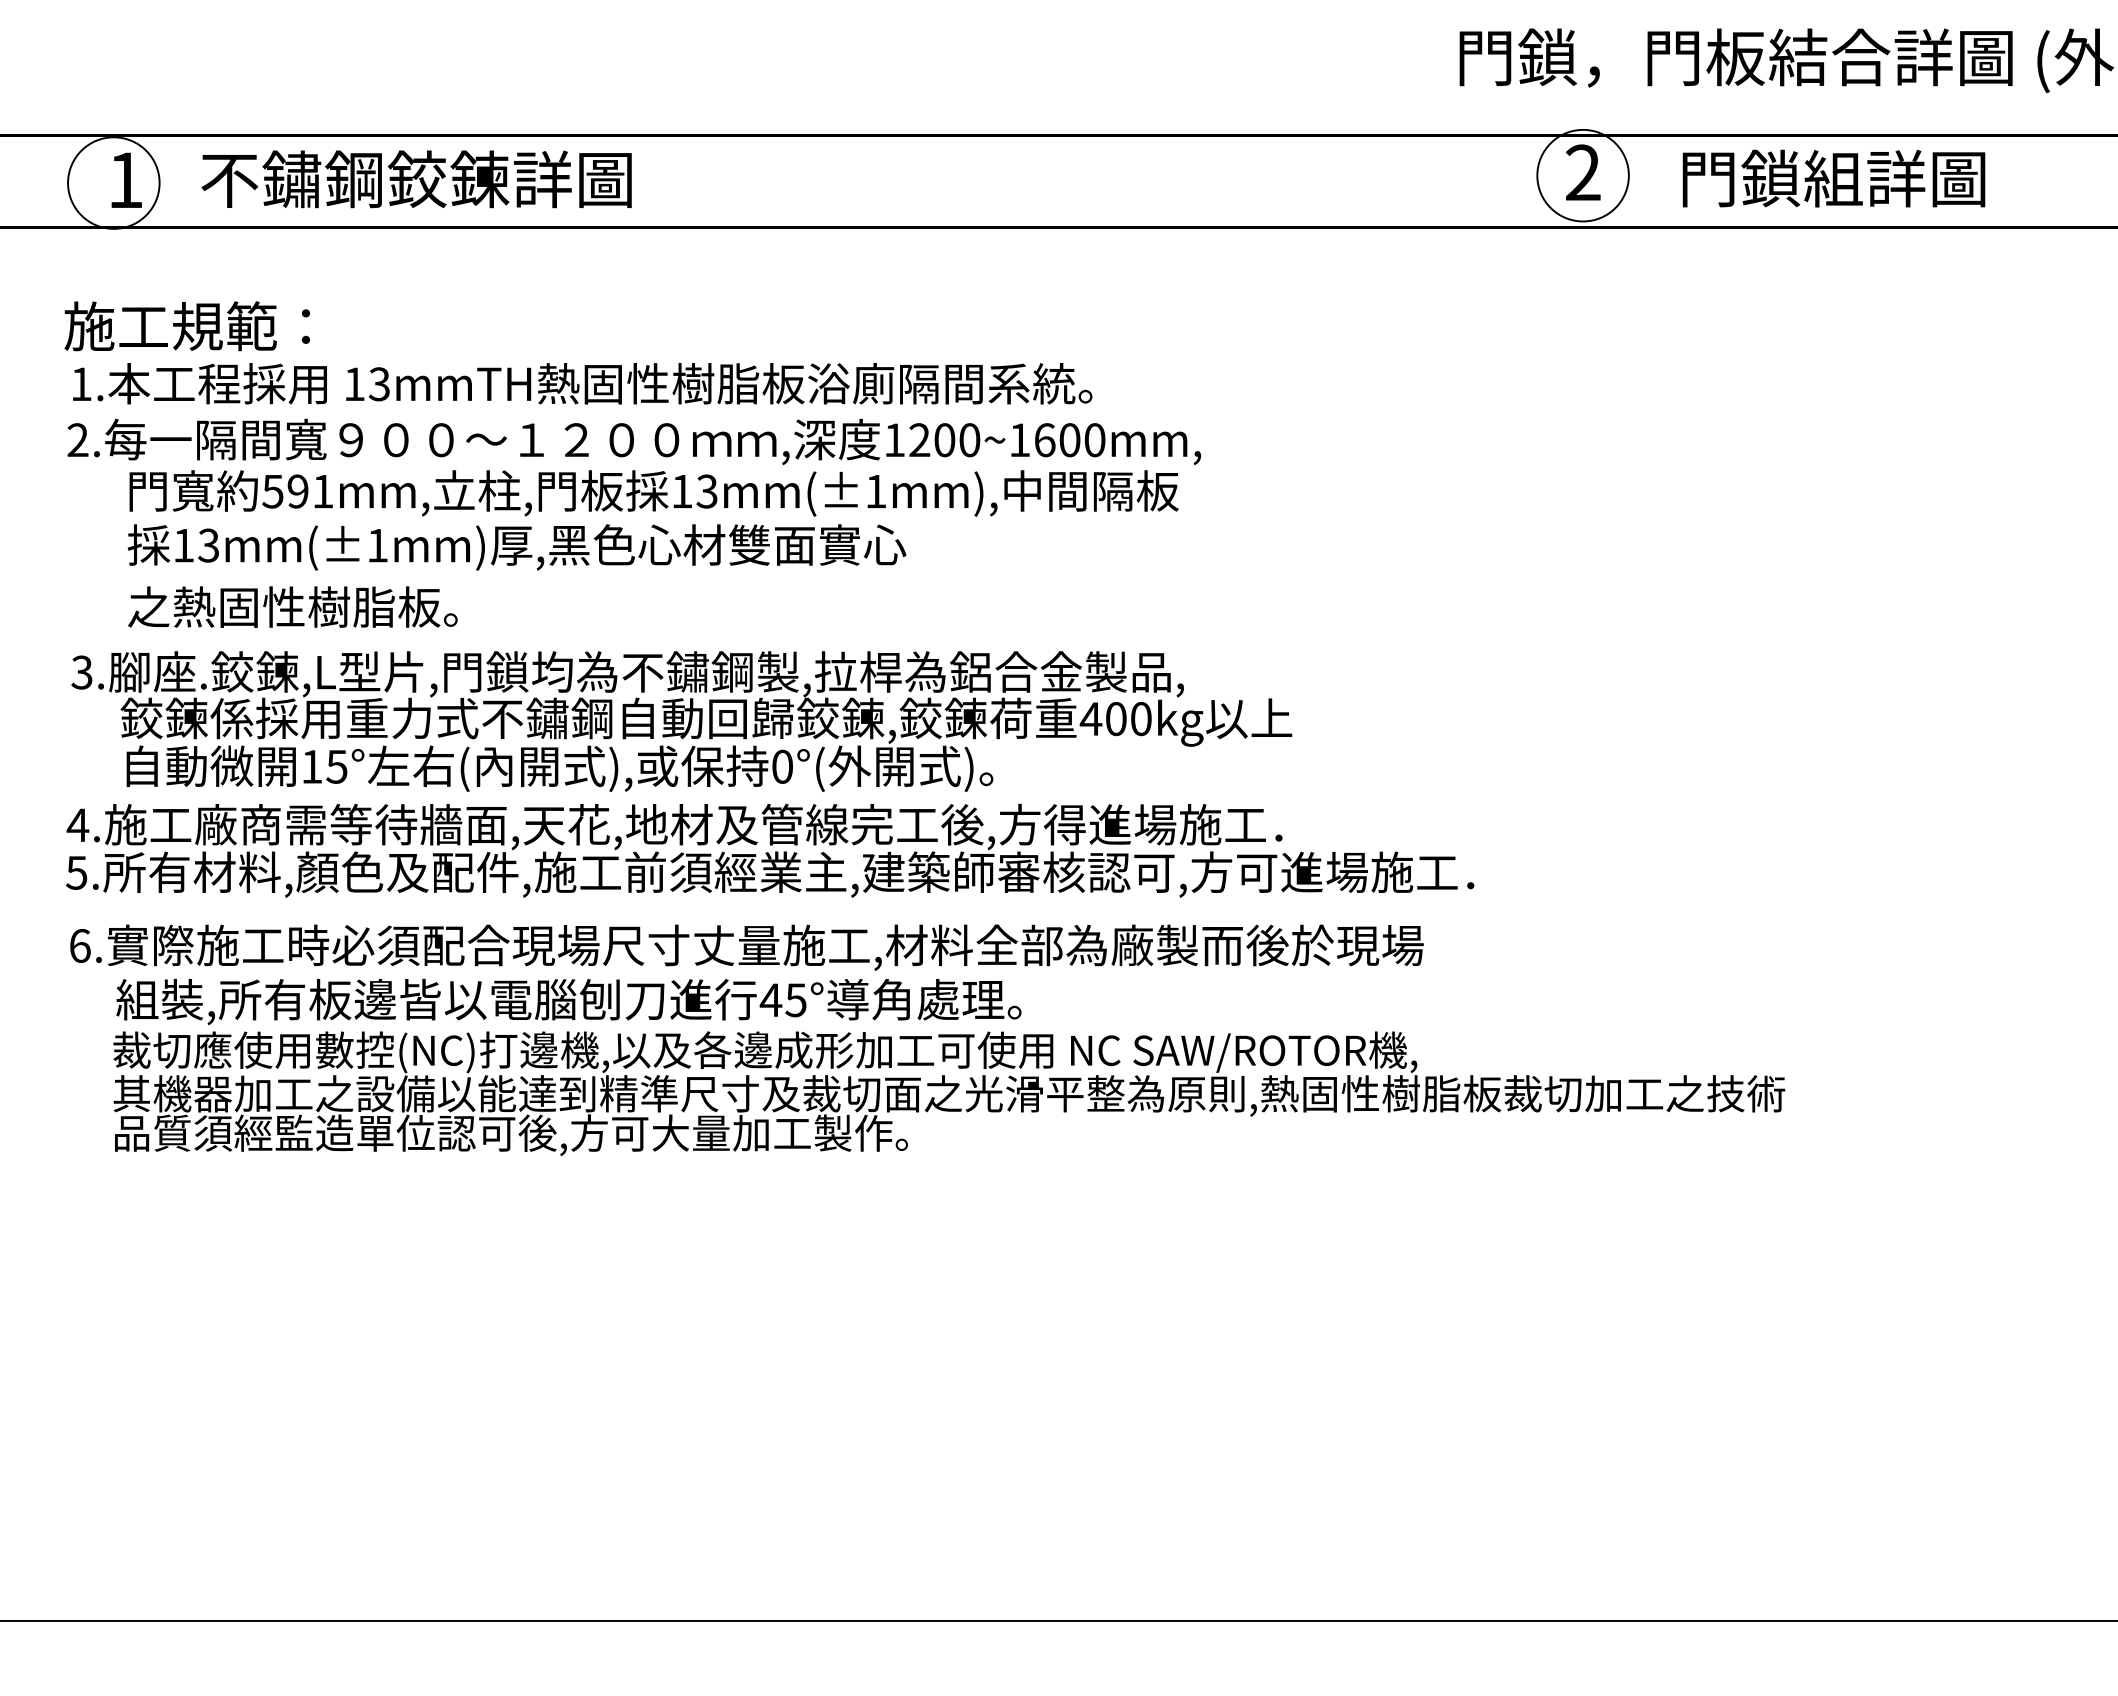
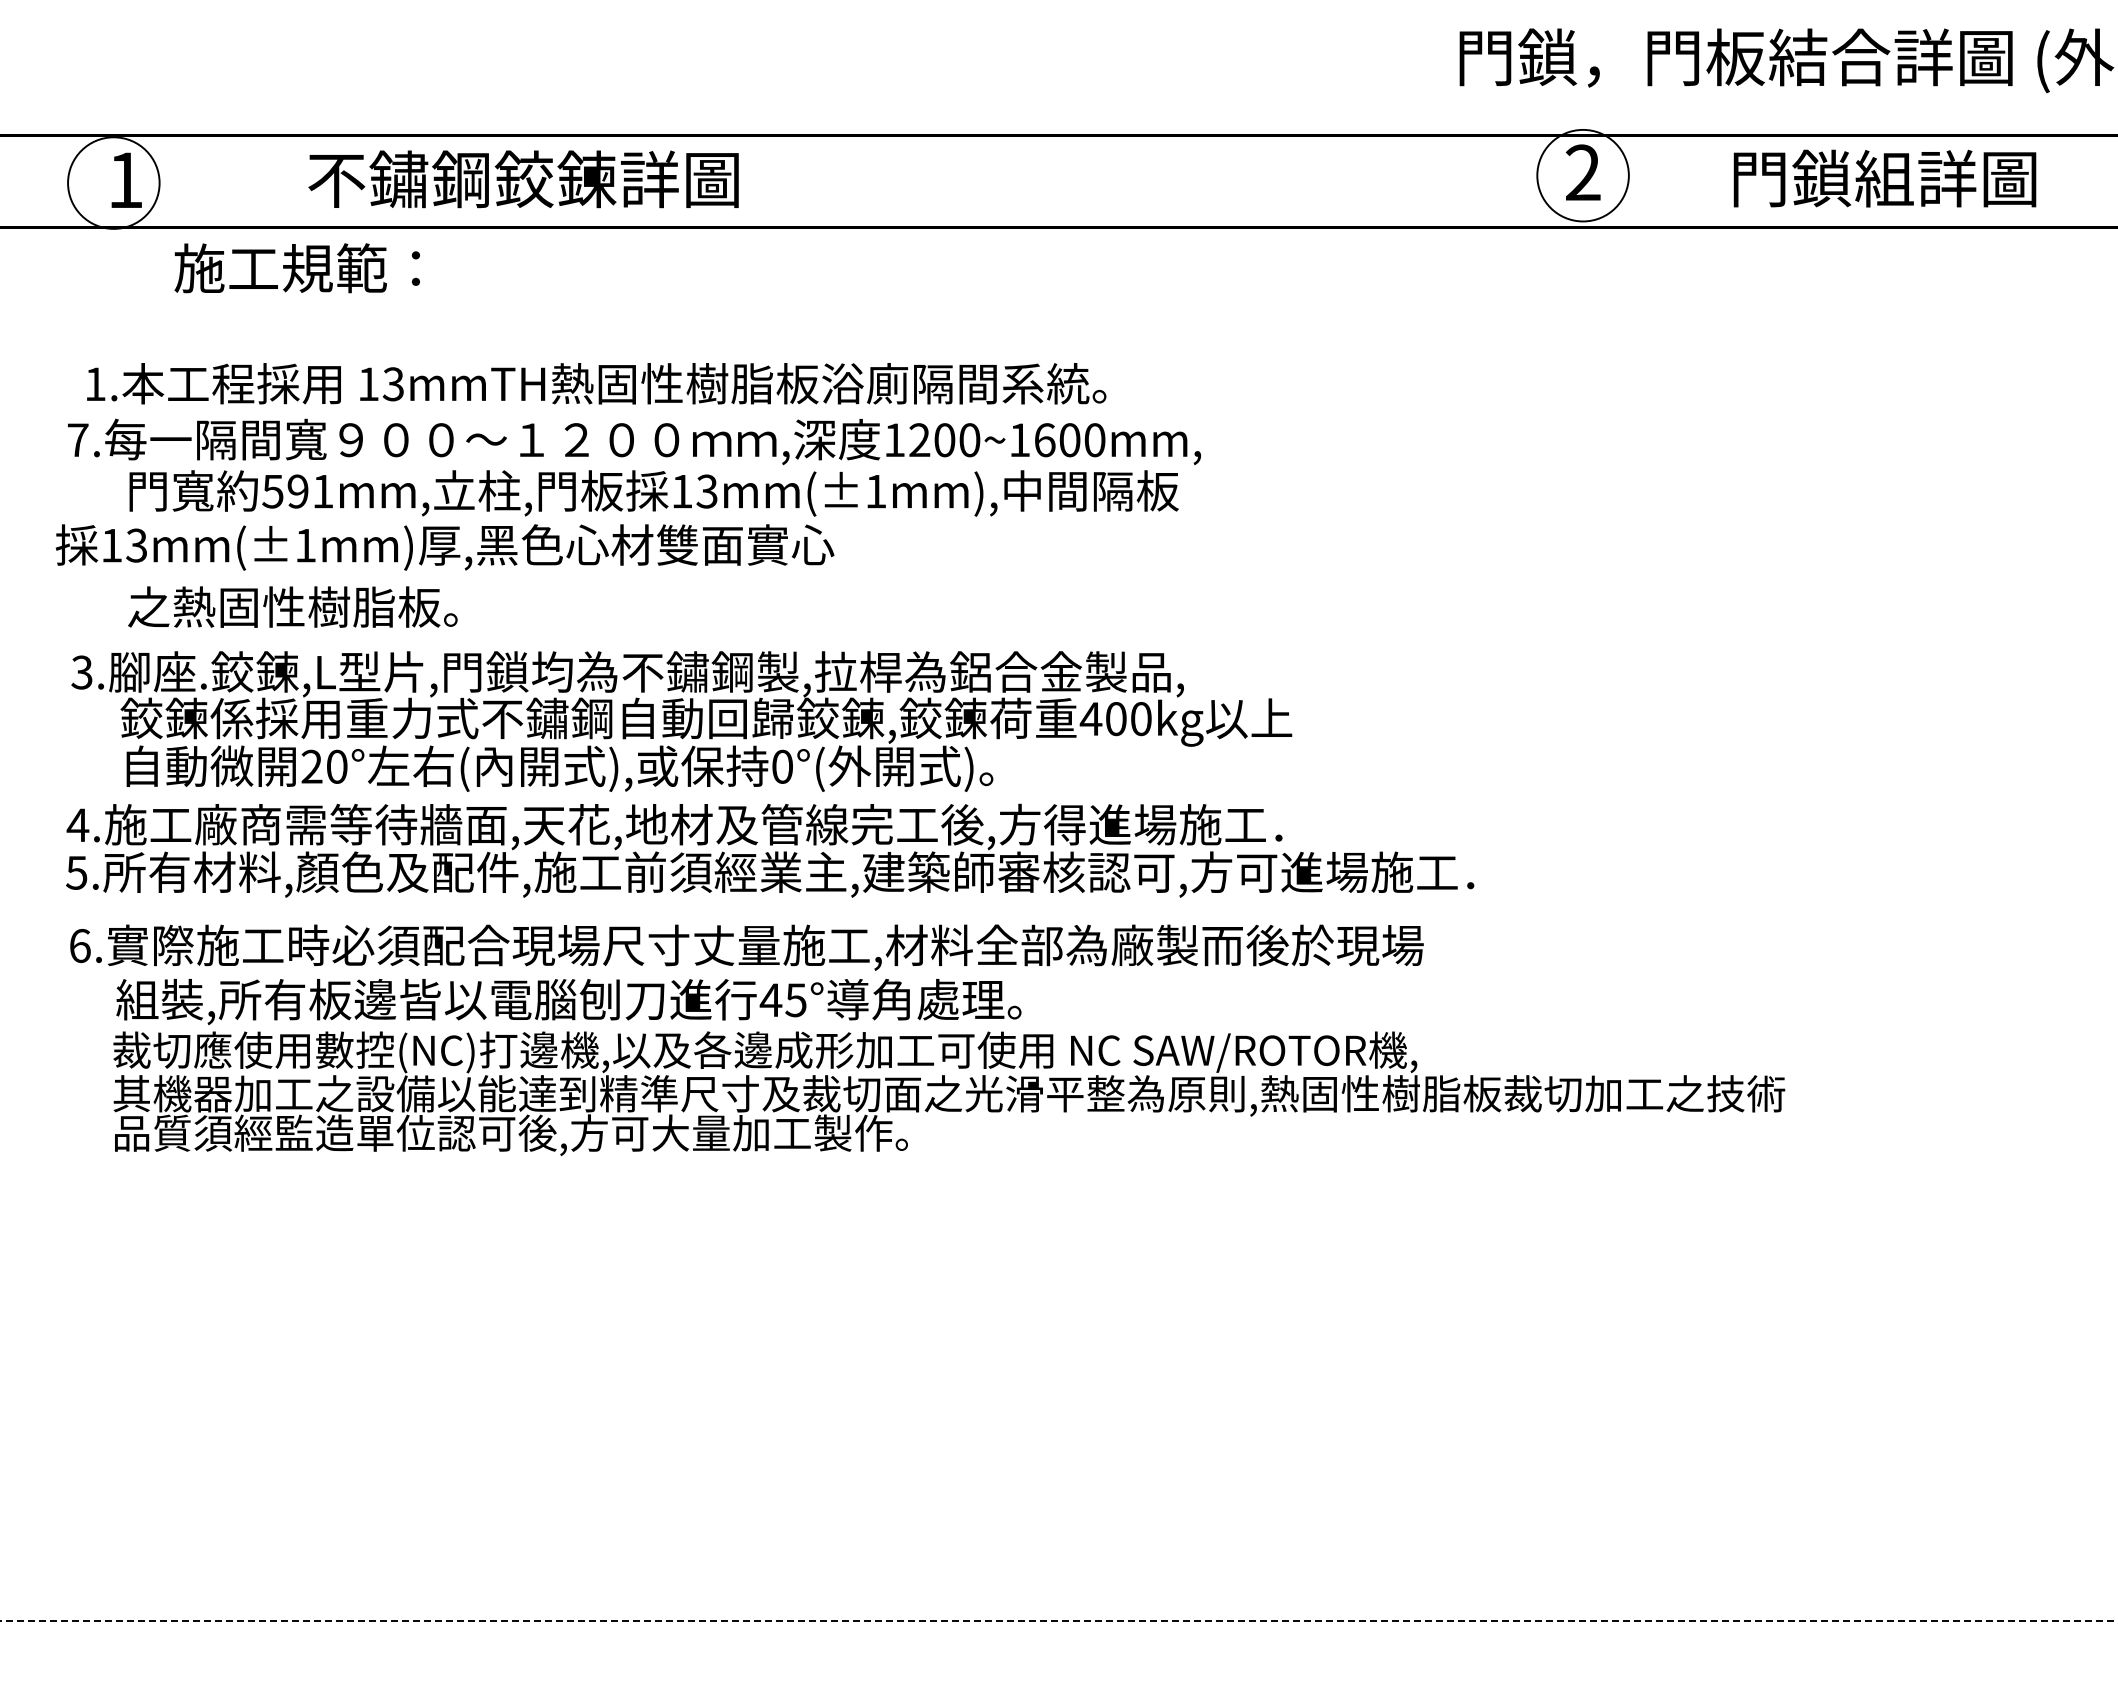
text at (1833, 178) position: (1833, 178) -> (1884, 178)
text at (416, 179) position: (416, 179) -> (523, 179)
text at (186, 326) position: (186, 326) -> (296, 268)
text at (582, 383) position: (582, 383) -> (596, 383)
text at (77, 439): 2. -> 7.
text at (517, 547) position: (517, 547) -> (445, 547)
text at (324, 766): 15° -> 20°
line at (1058, 1620): solid -> dashed
